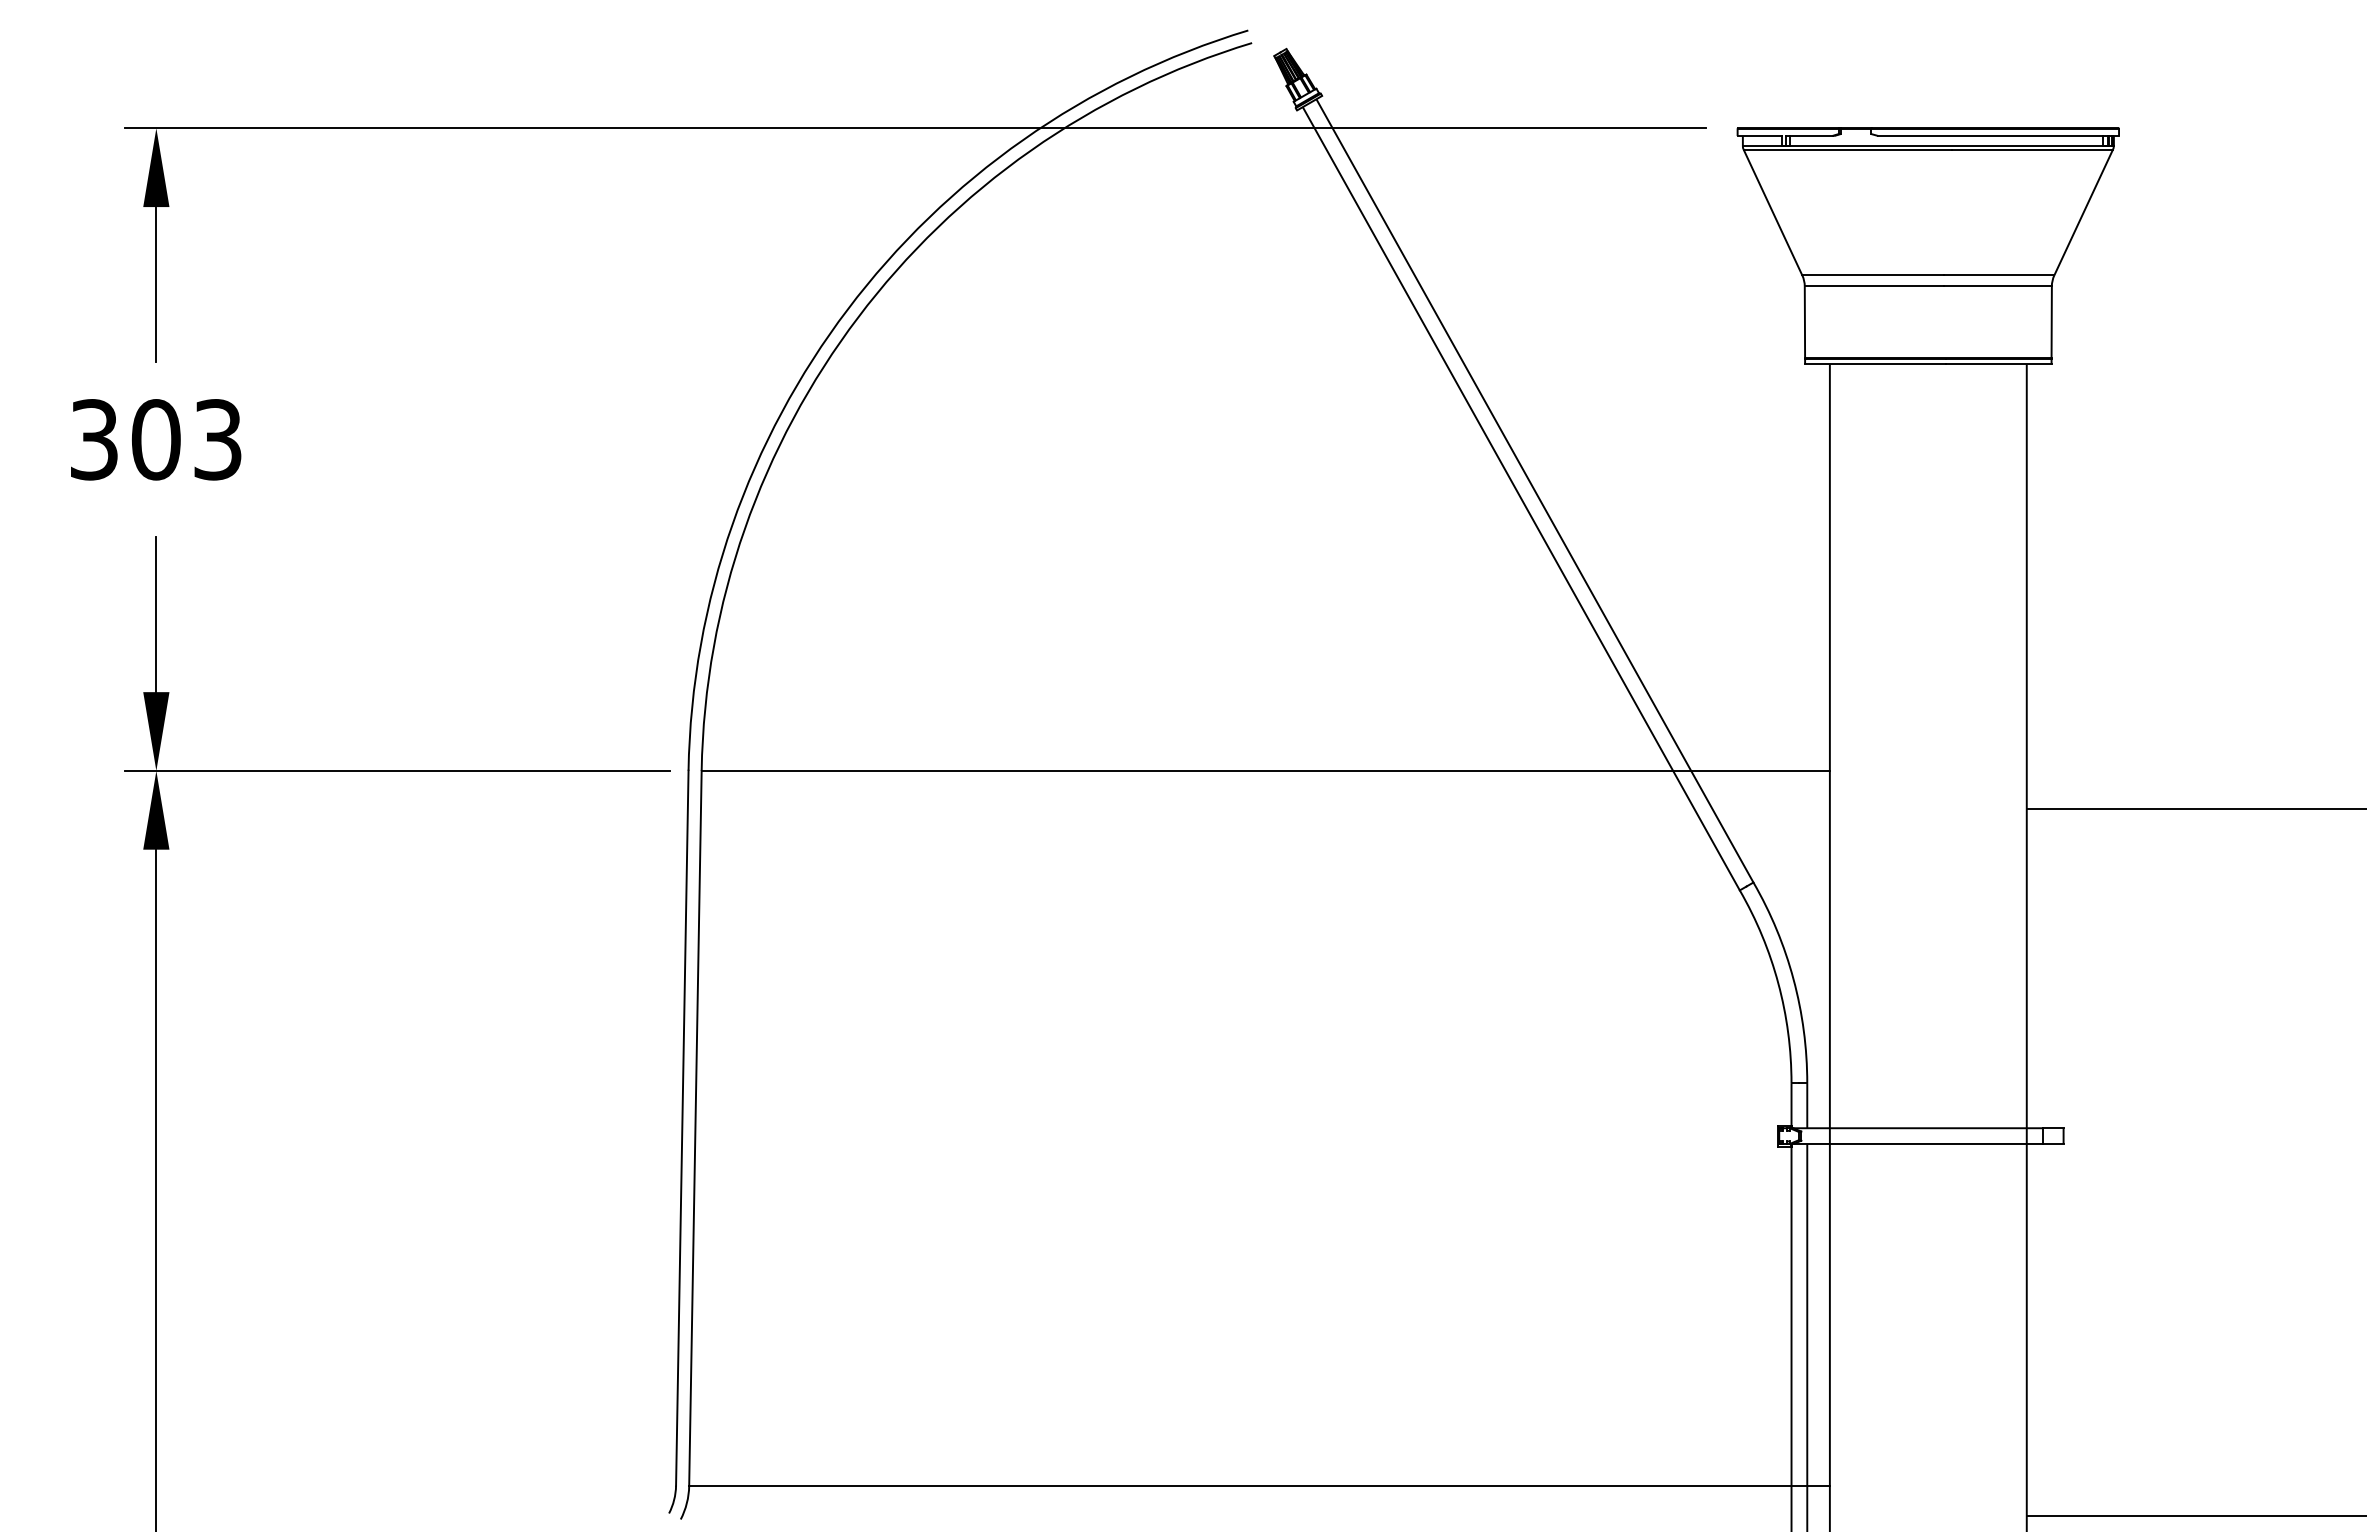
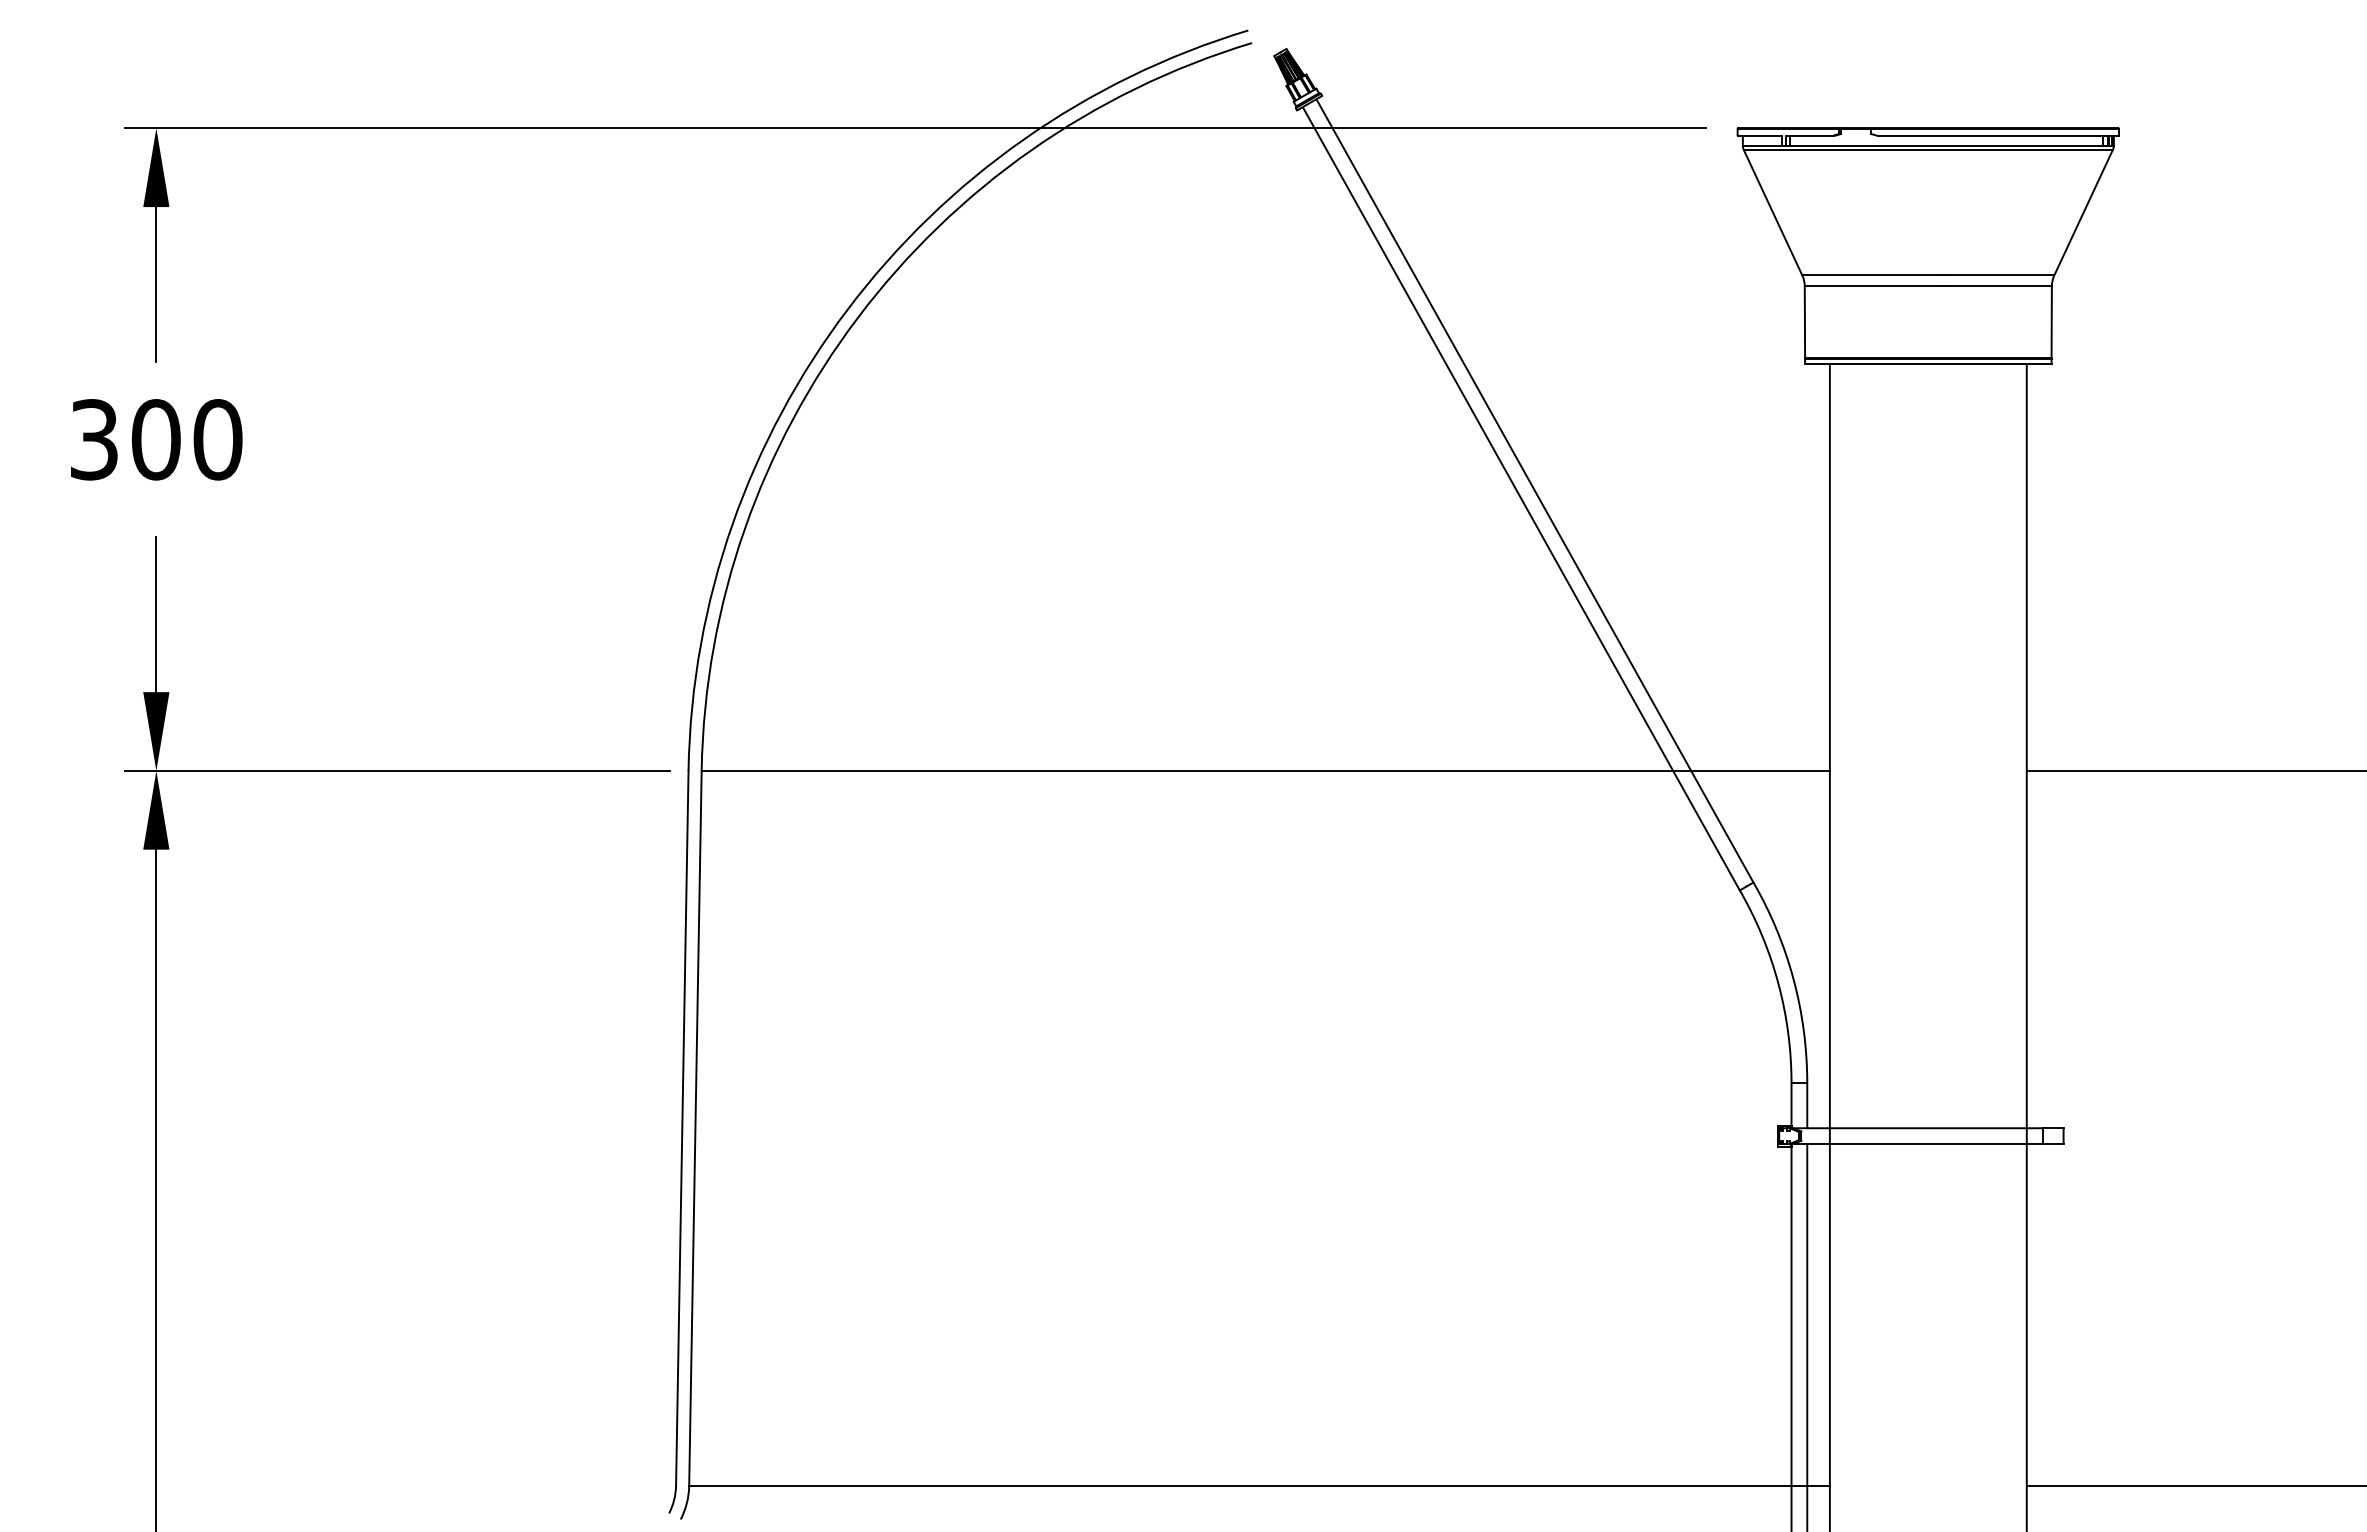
text at (217, 439): 303 -> 300
line at (2194, 808) position: (2194, 808) -> (2194, 770)
line at (2194, 1515) position: (2194, 1515) -> (2194, 1485)
